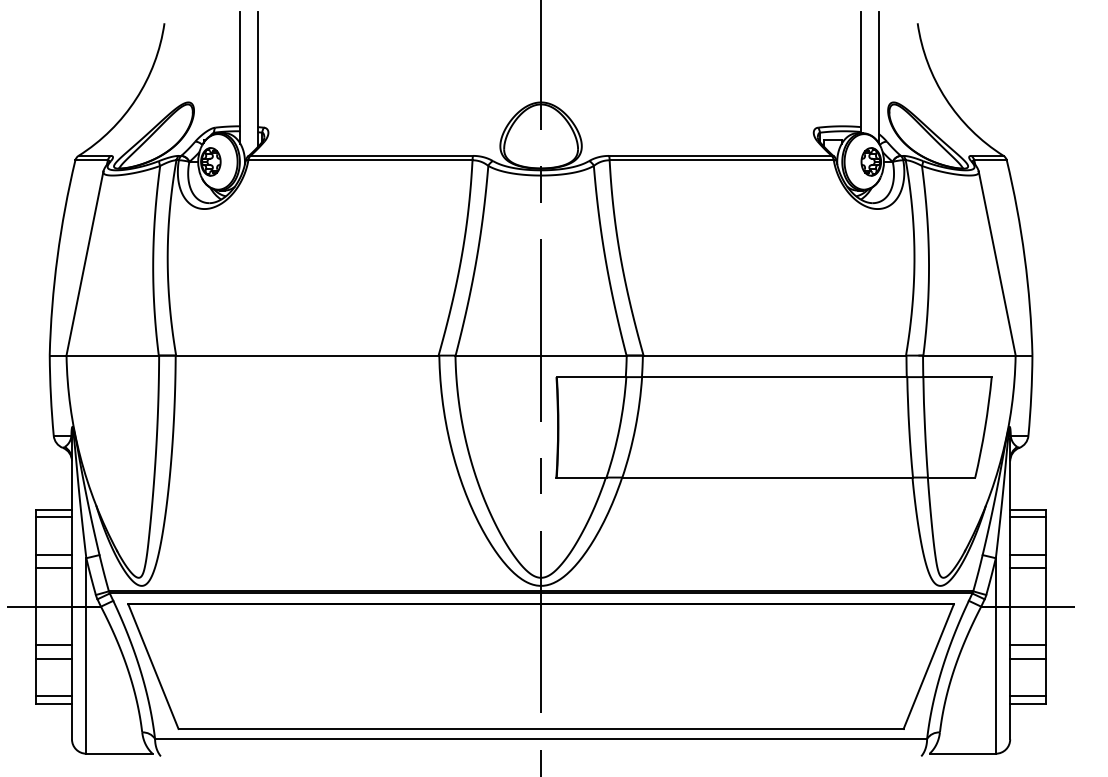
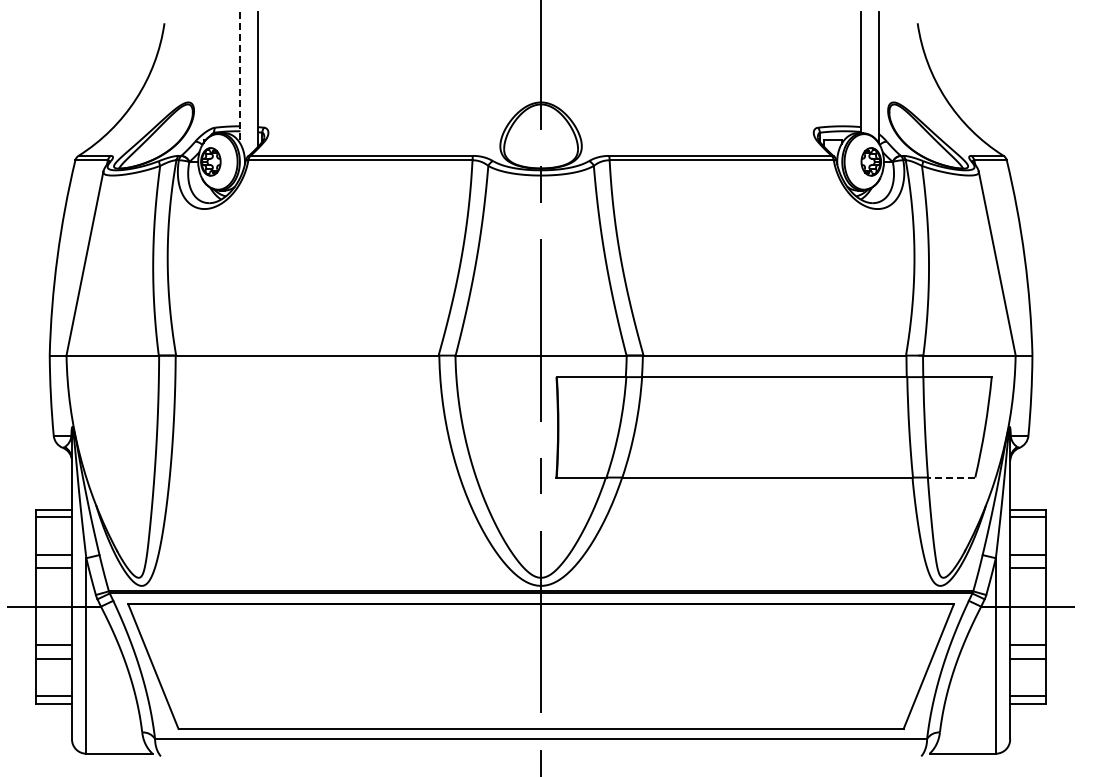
line at (240, 78): solid -> dashed
line at (951, 477): solid -> dashed
